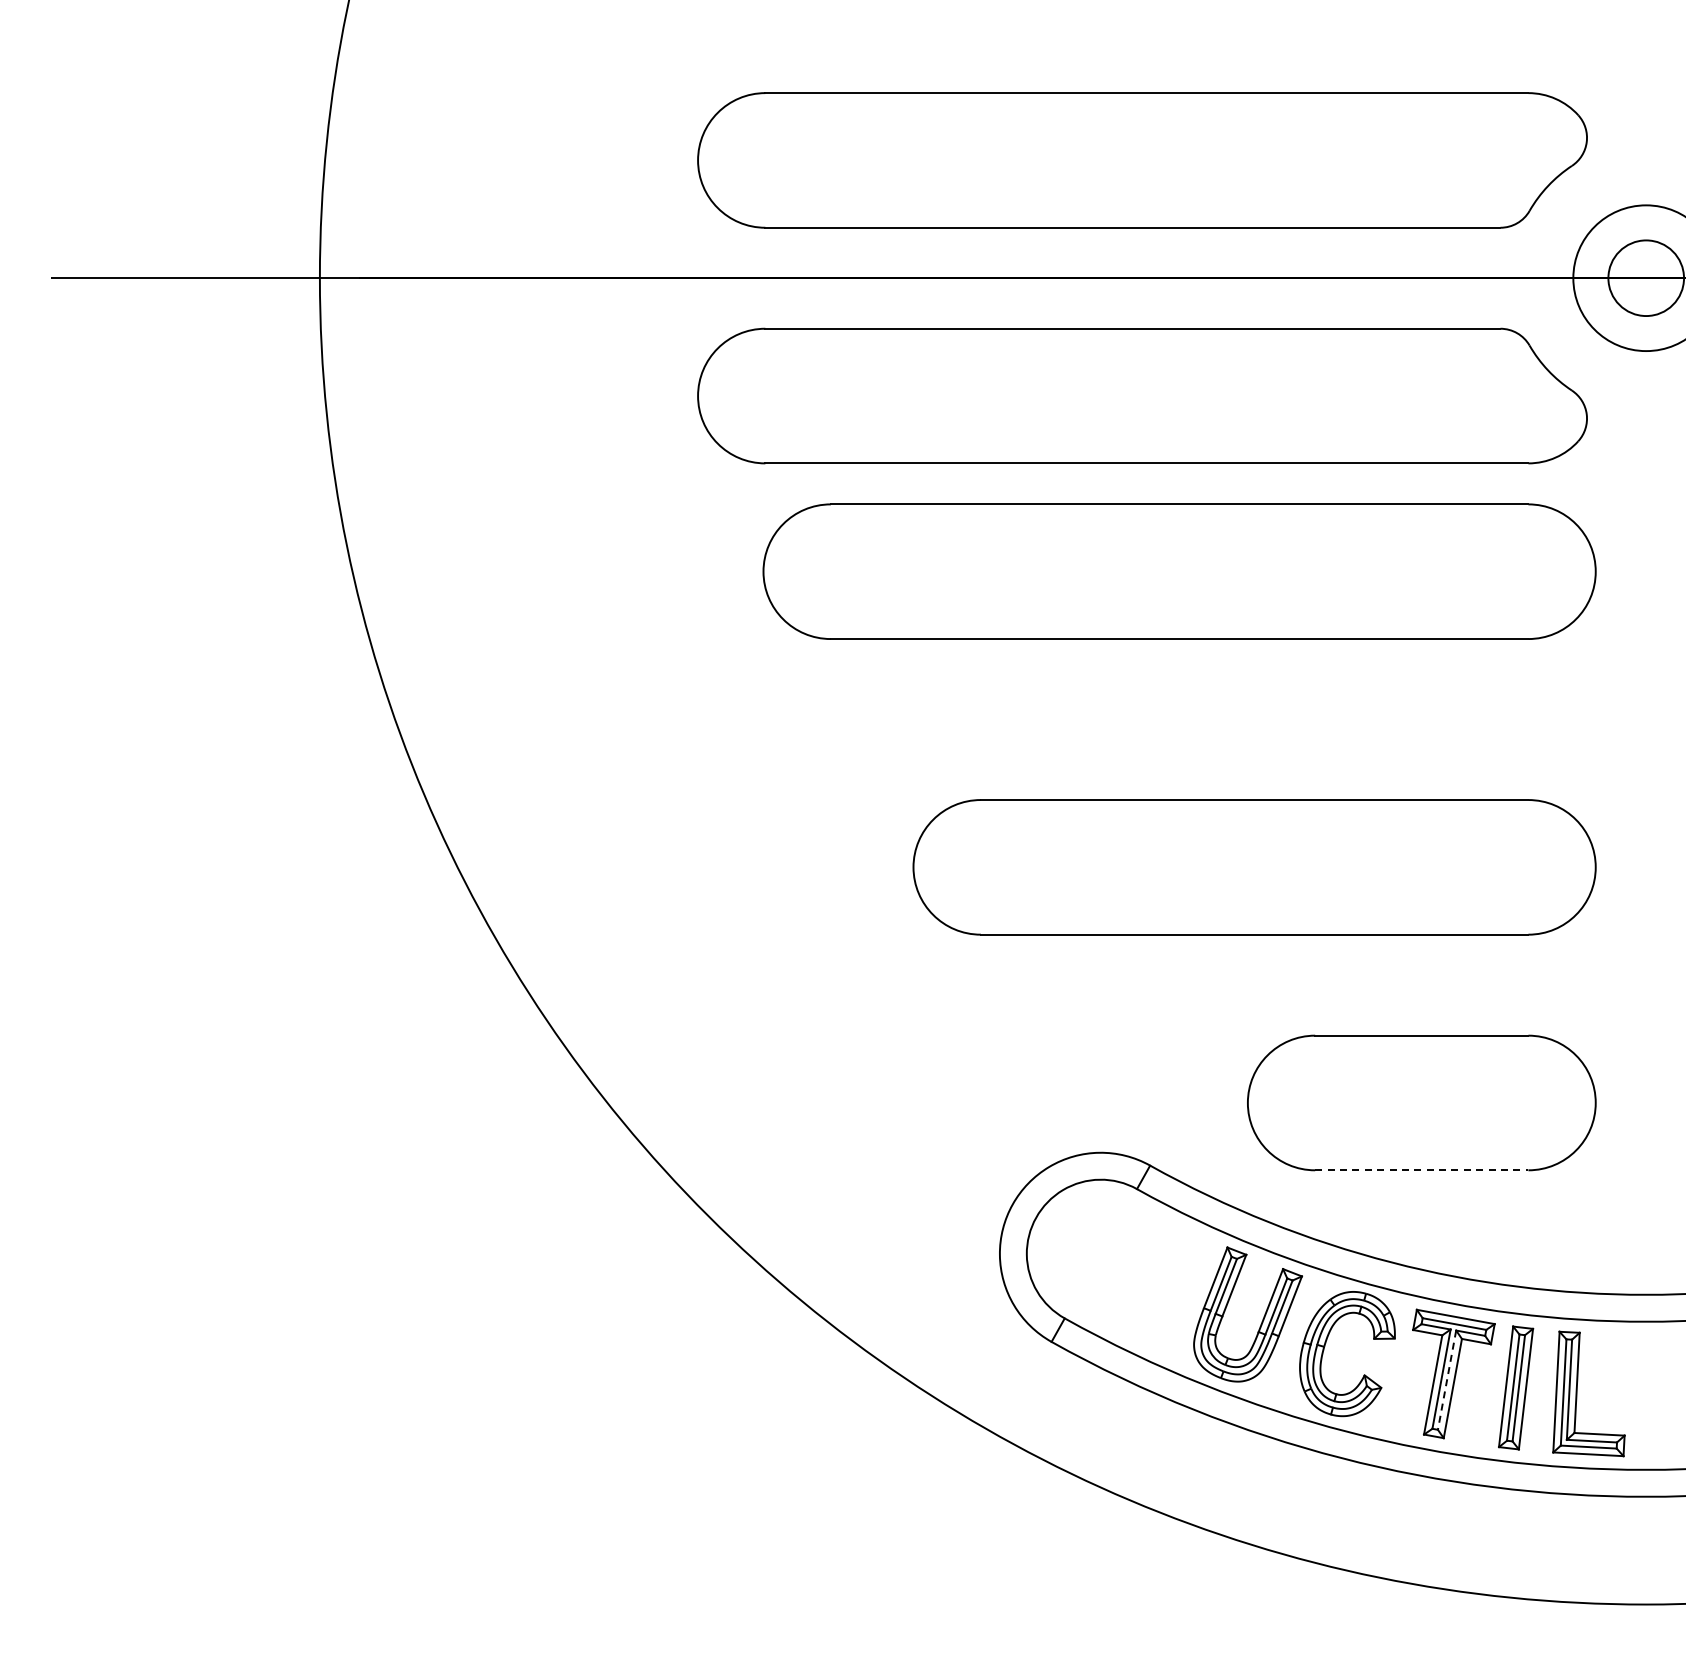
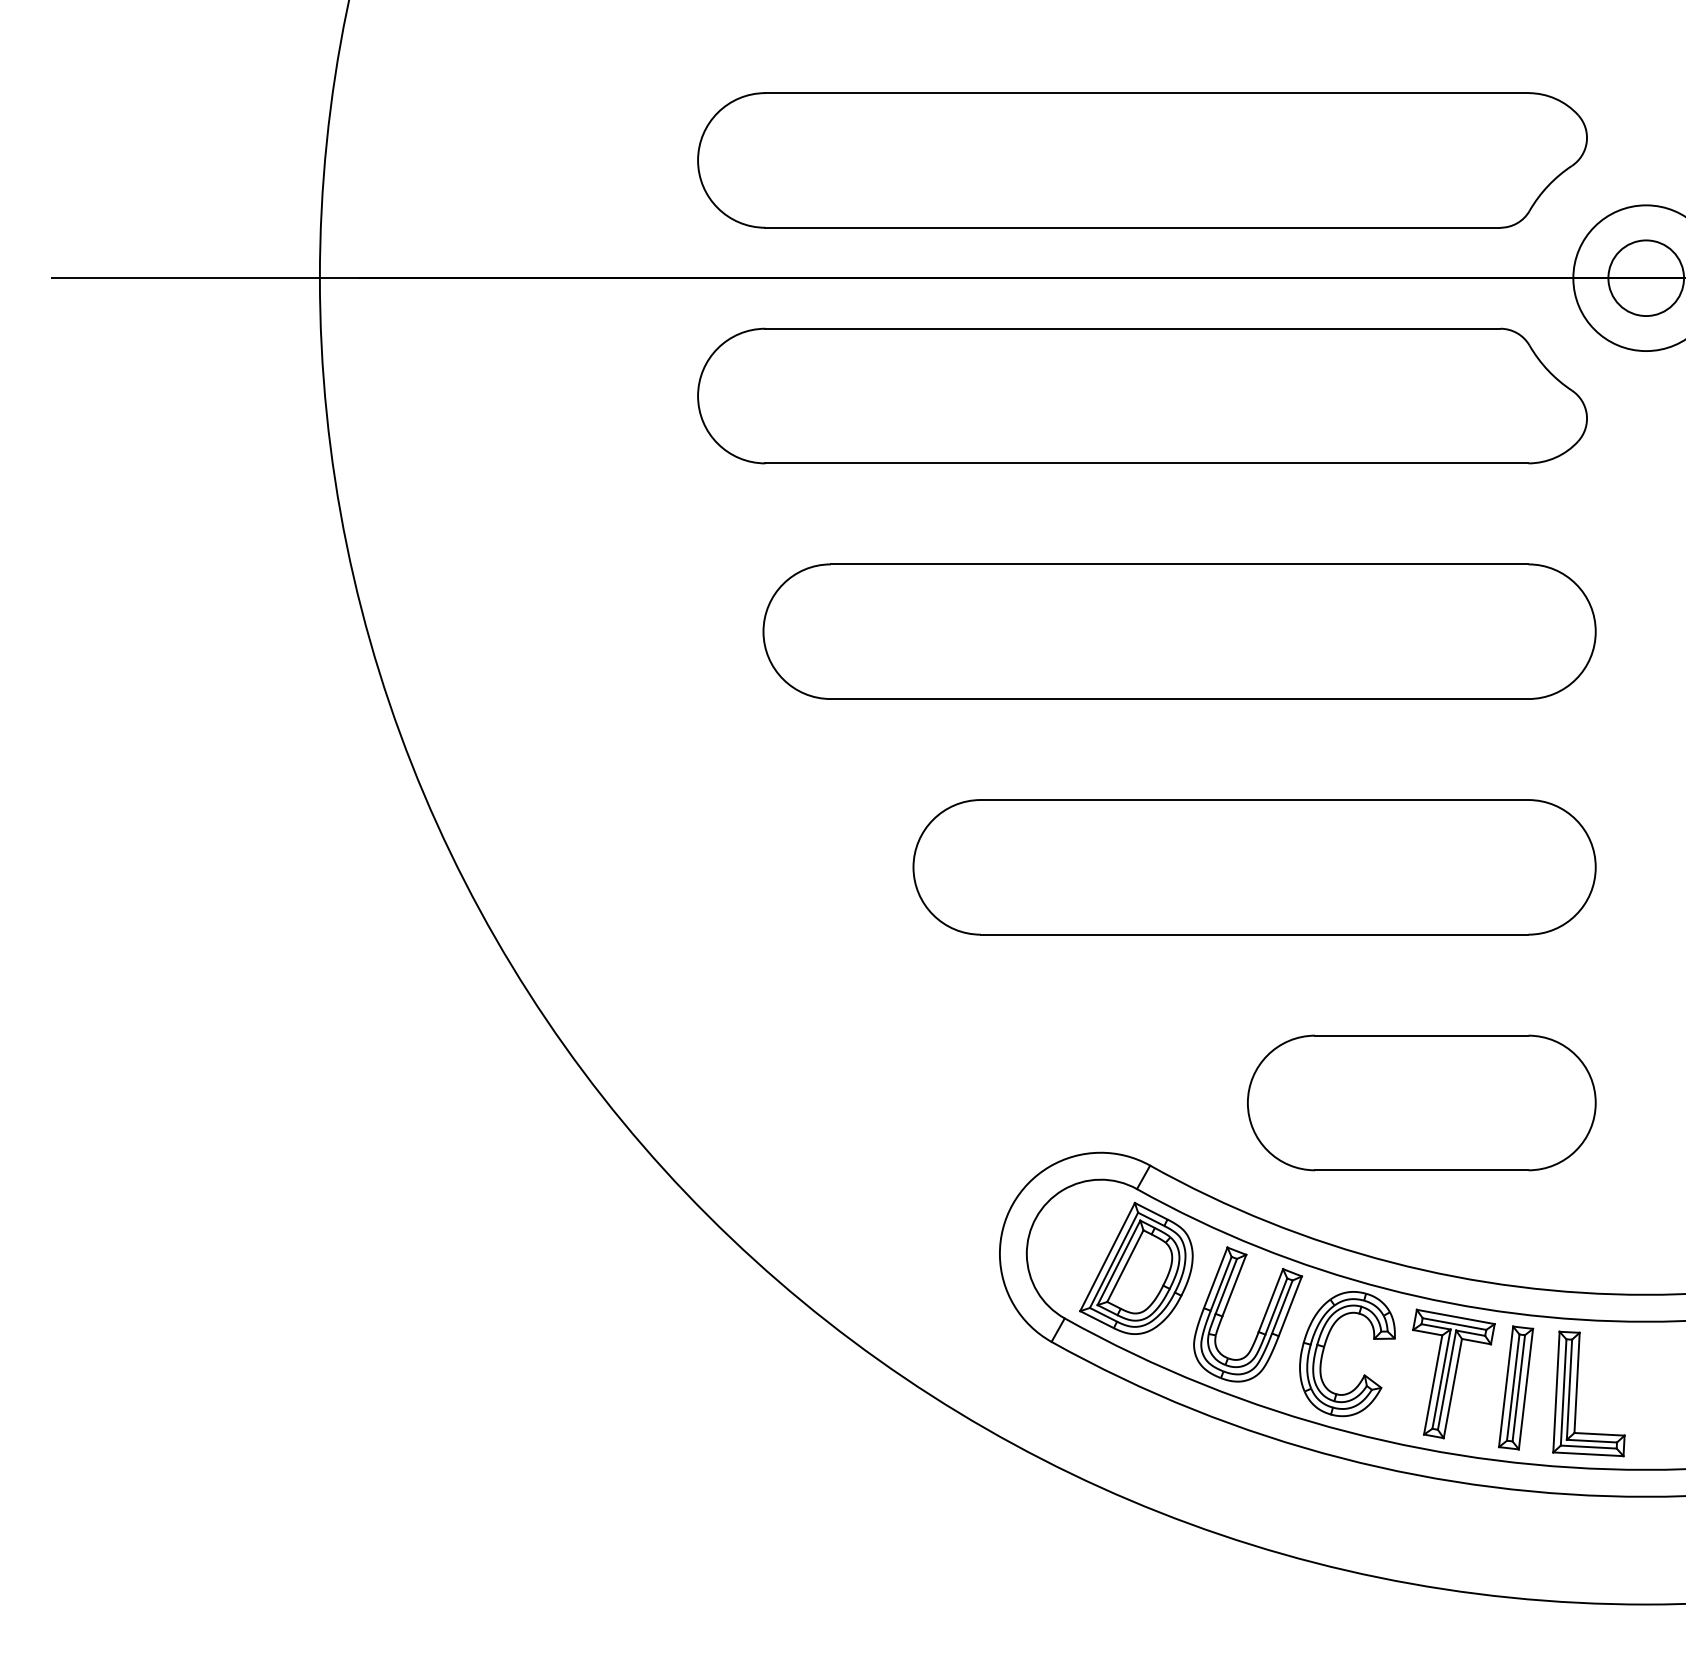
part at (1179, 571) position: (1179, 571) -> (1179, 631)
line at (1421, 1170): dashed -> solid
part at (1136, 1267): none -> present
line at (1446, 1380): dashed -> solid
